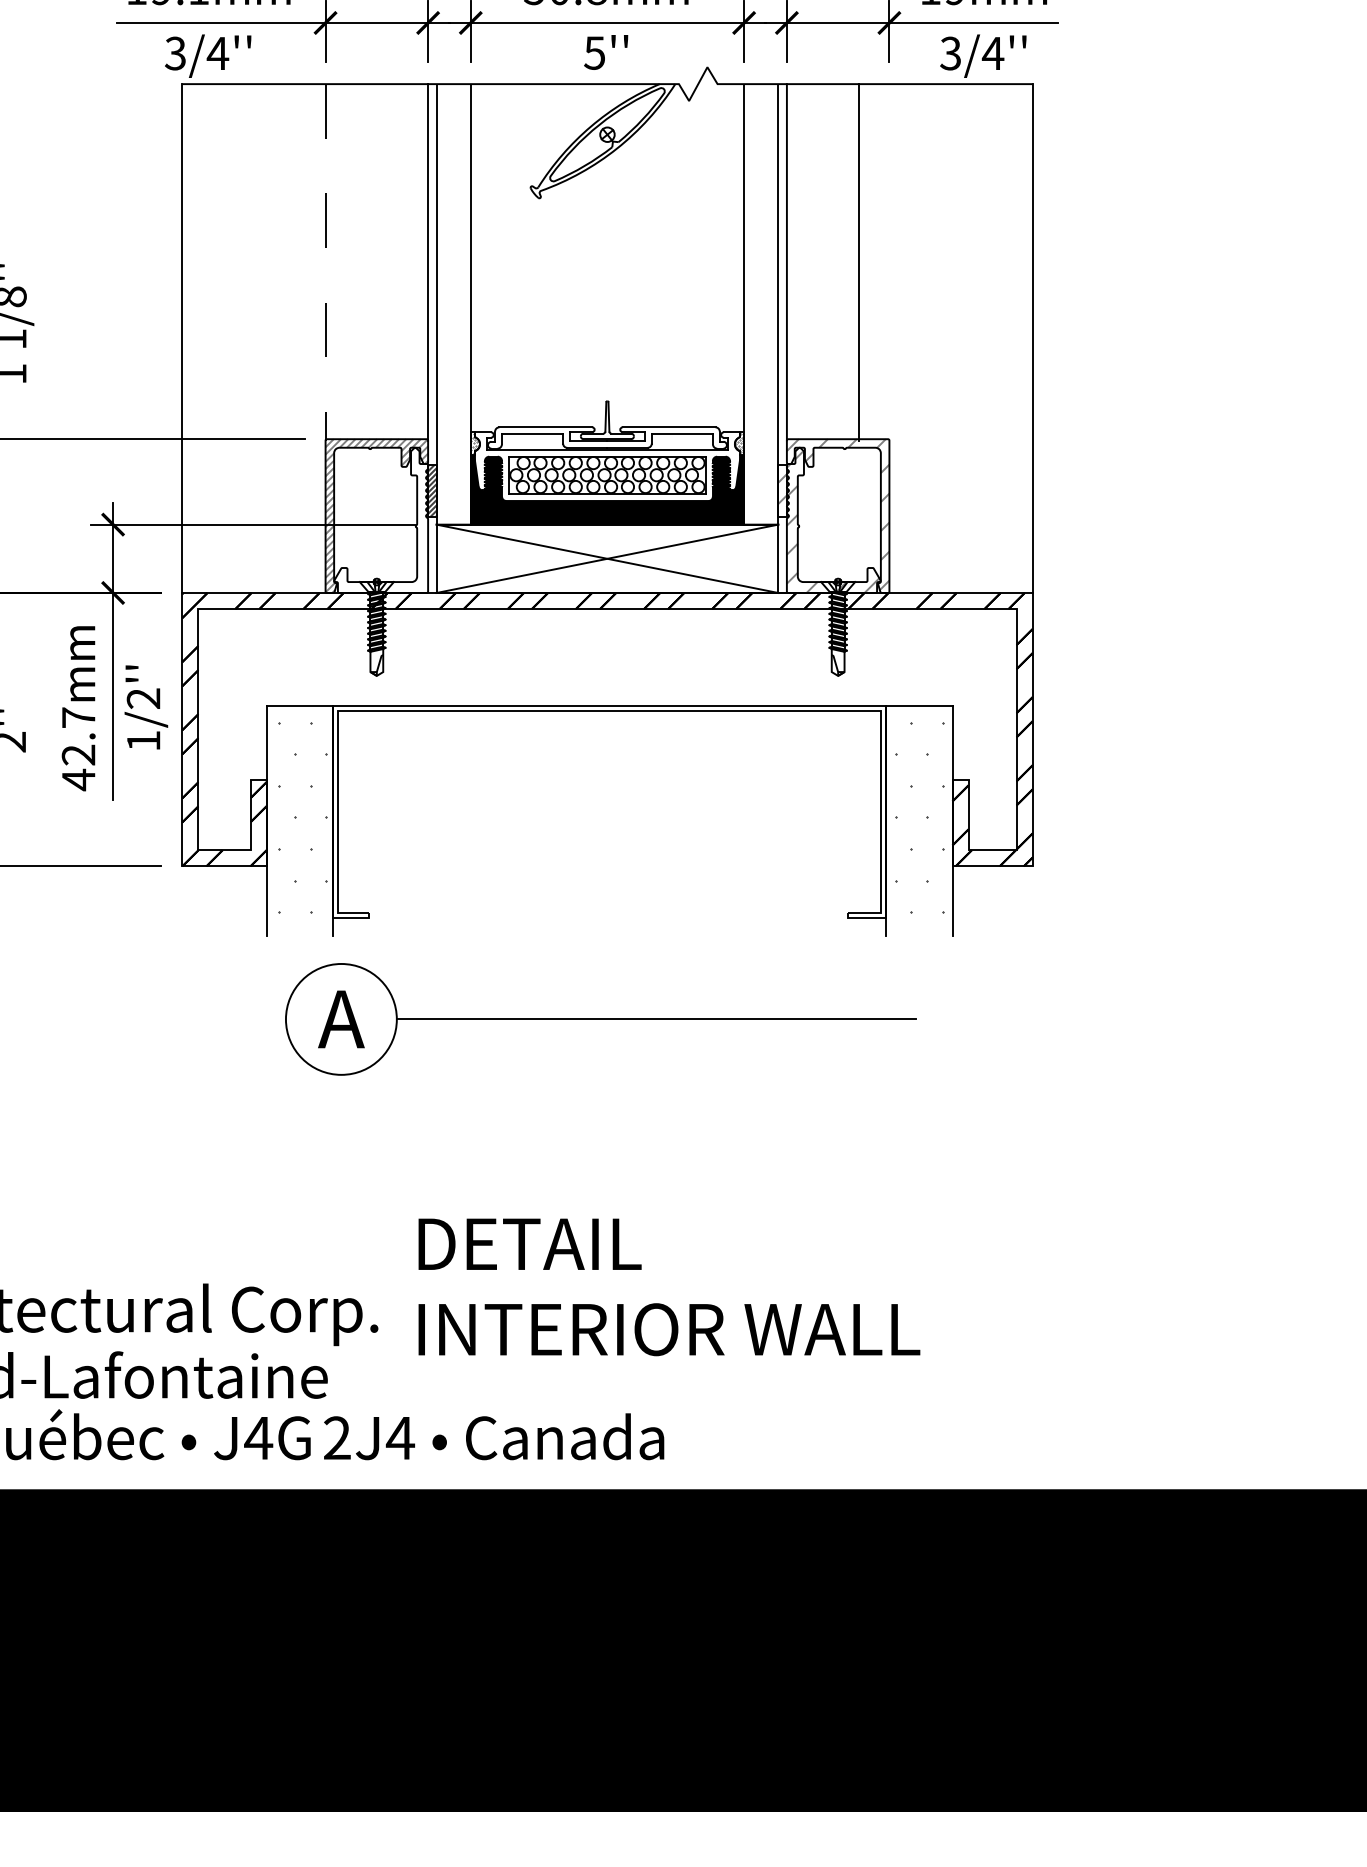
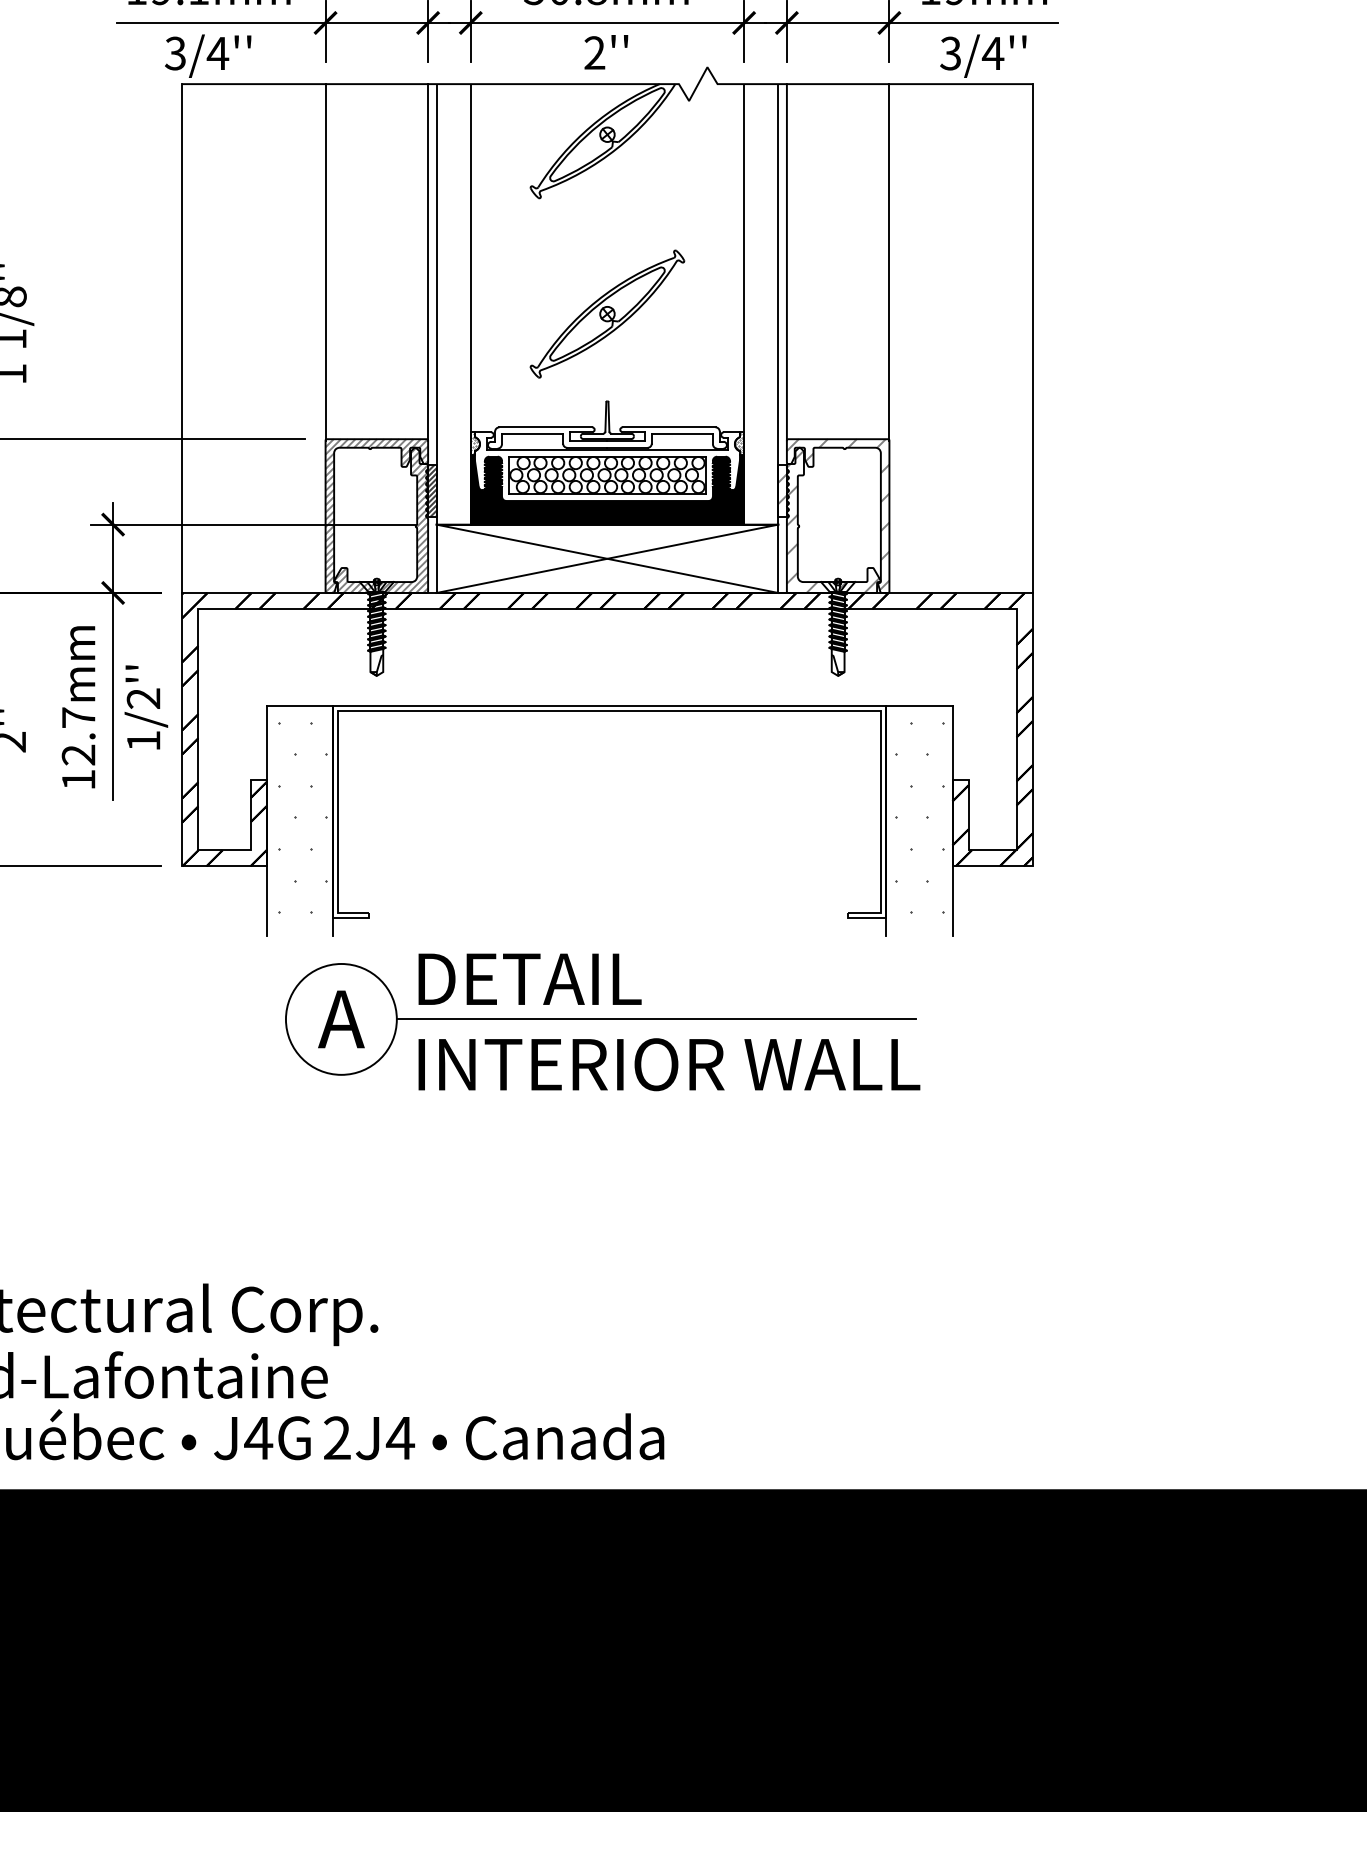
text at (594, 52): 5''\f] -> 2''\f]
line at (325, 262): dashed -> solid
line at (859, 262) position: (859, 262) -> (889, 262)
part at (607, 313): none -> present
hatch at (381, 520): none -> present
text at (78, 779): 42.7mm -> 12.7mm
text at (669, 1287) position: (669, 1287) -> (669, 1022)
